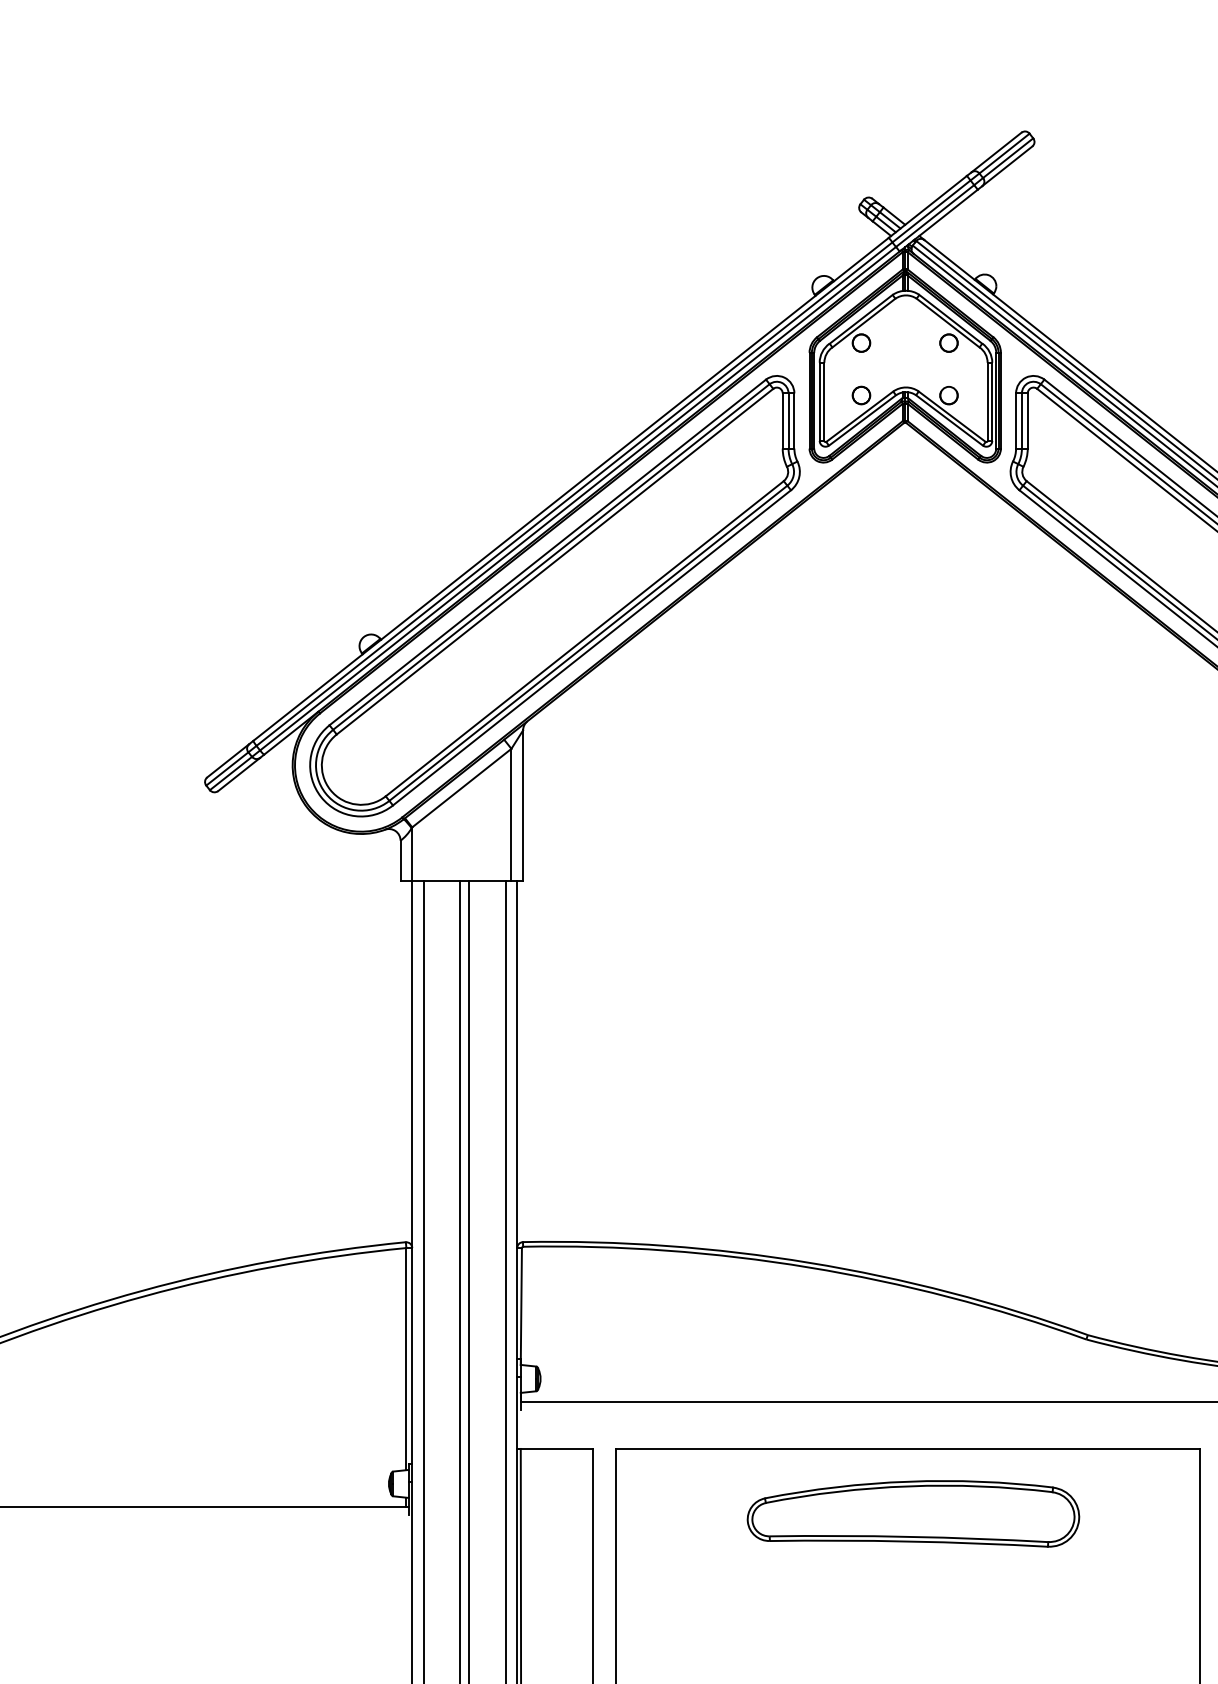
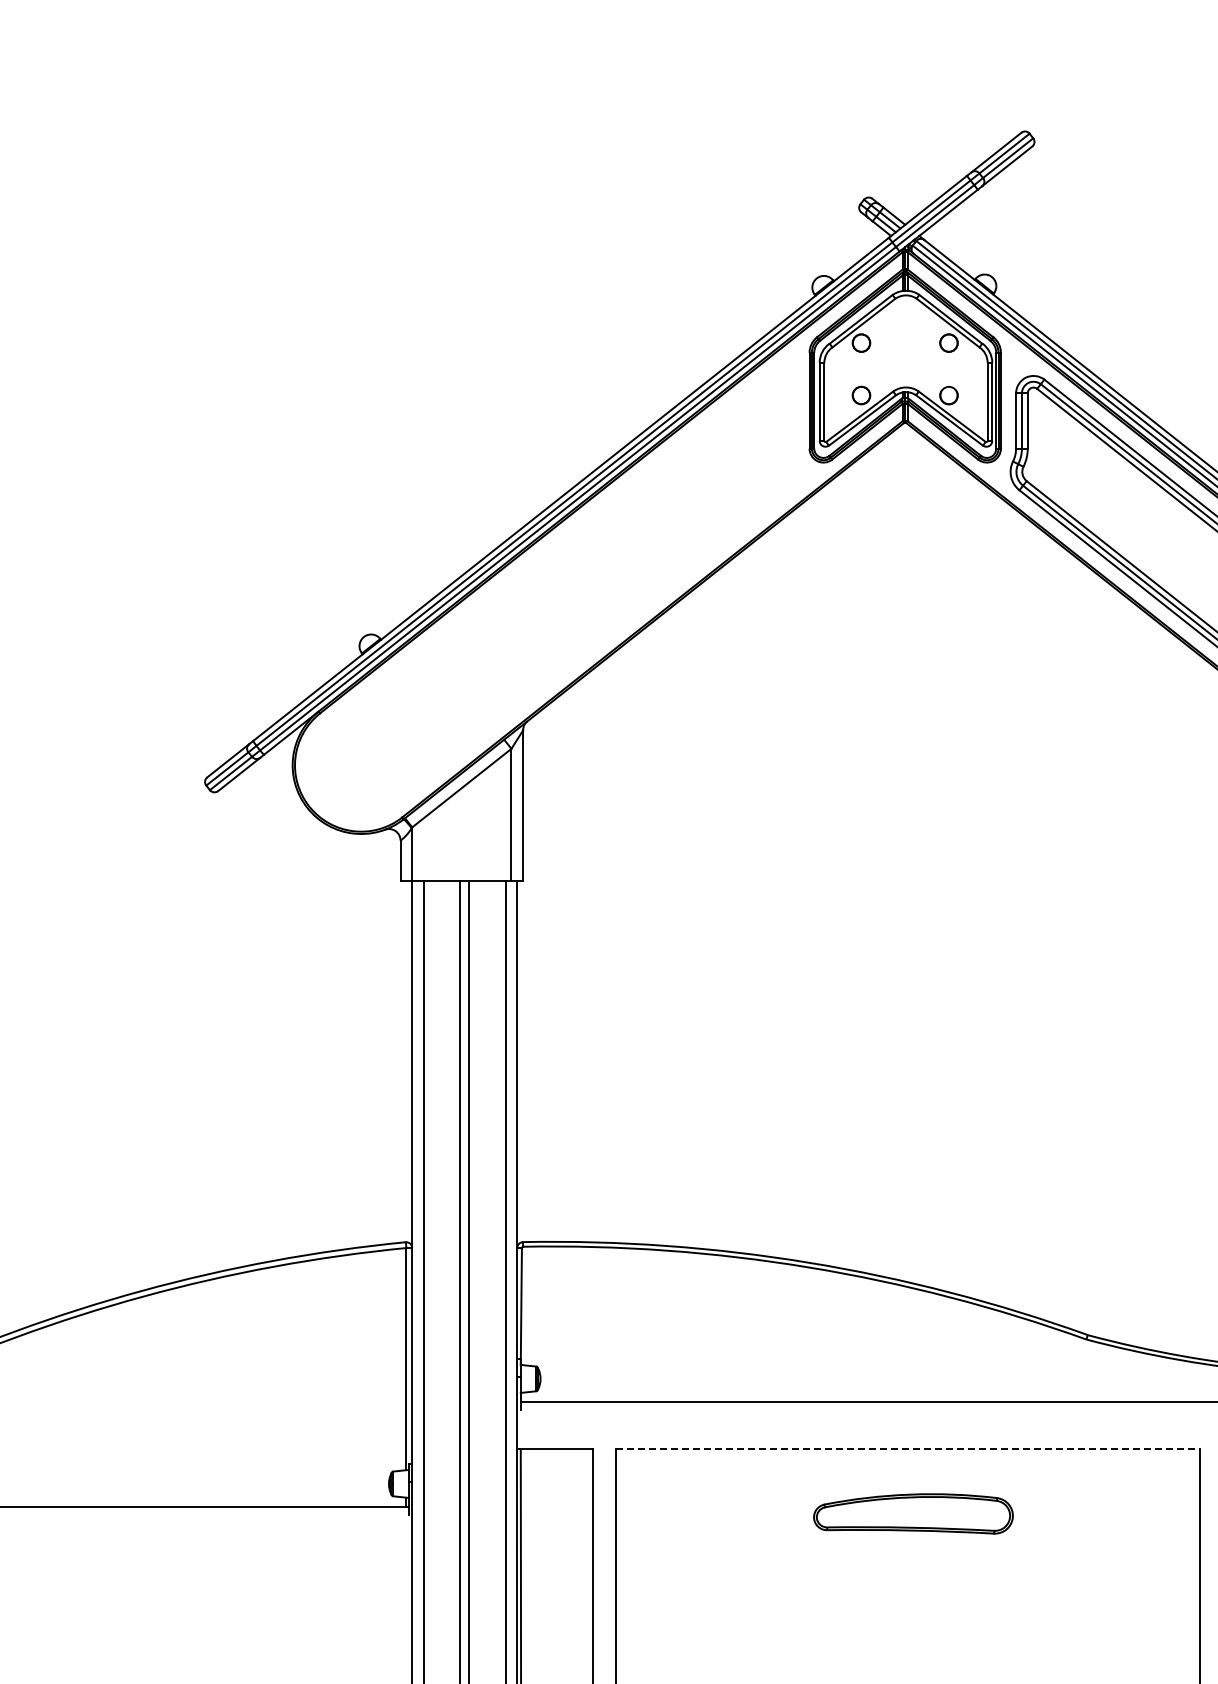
part at (554, 596): present -> none
line at (908, 1448): solid -> dashed
part at (913, 1513) size: 335x68 px -> 201x42 px
